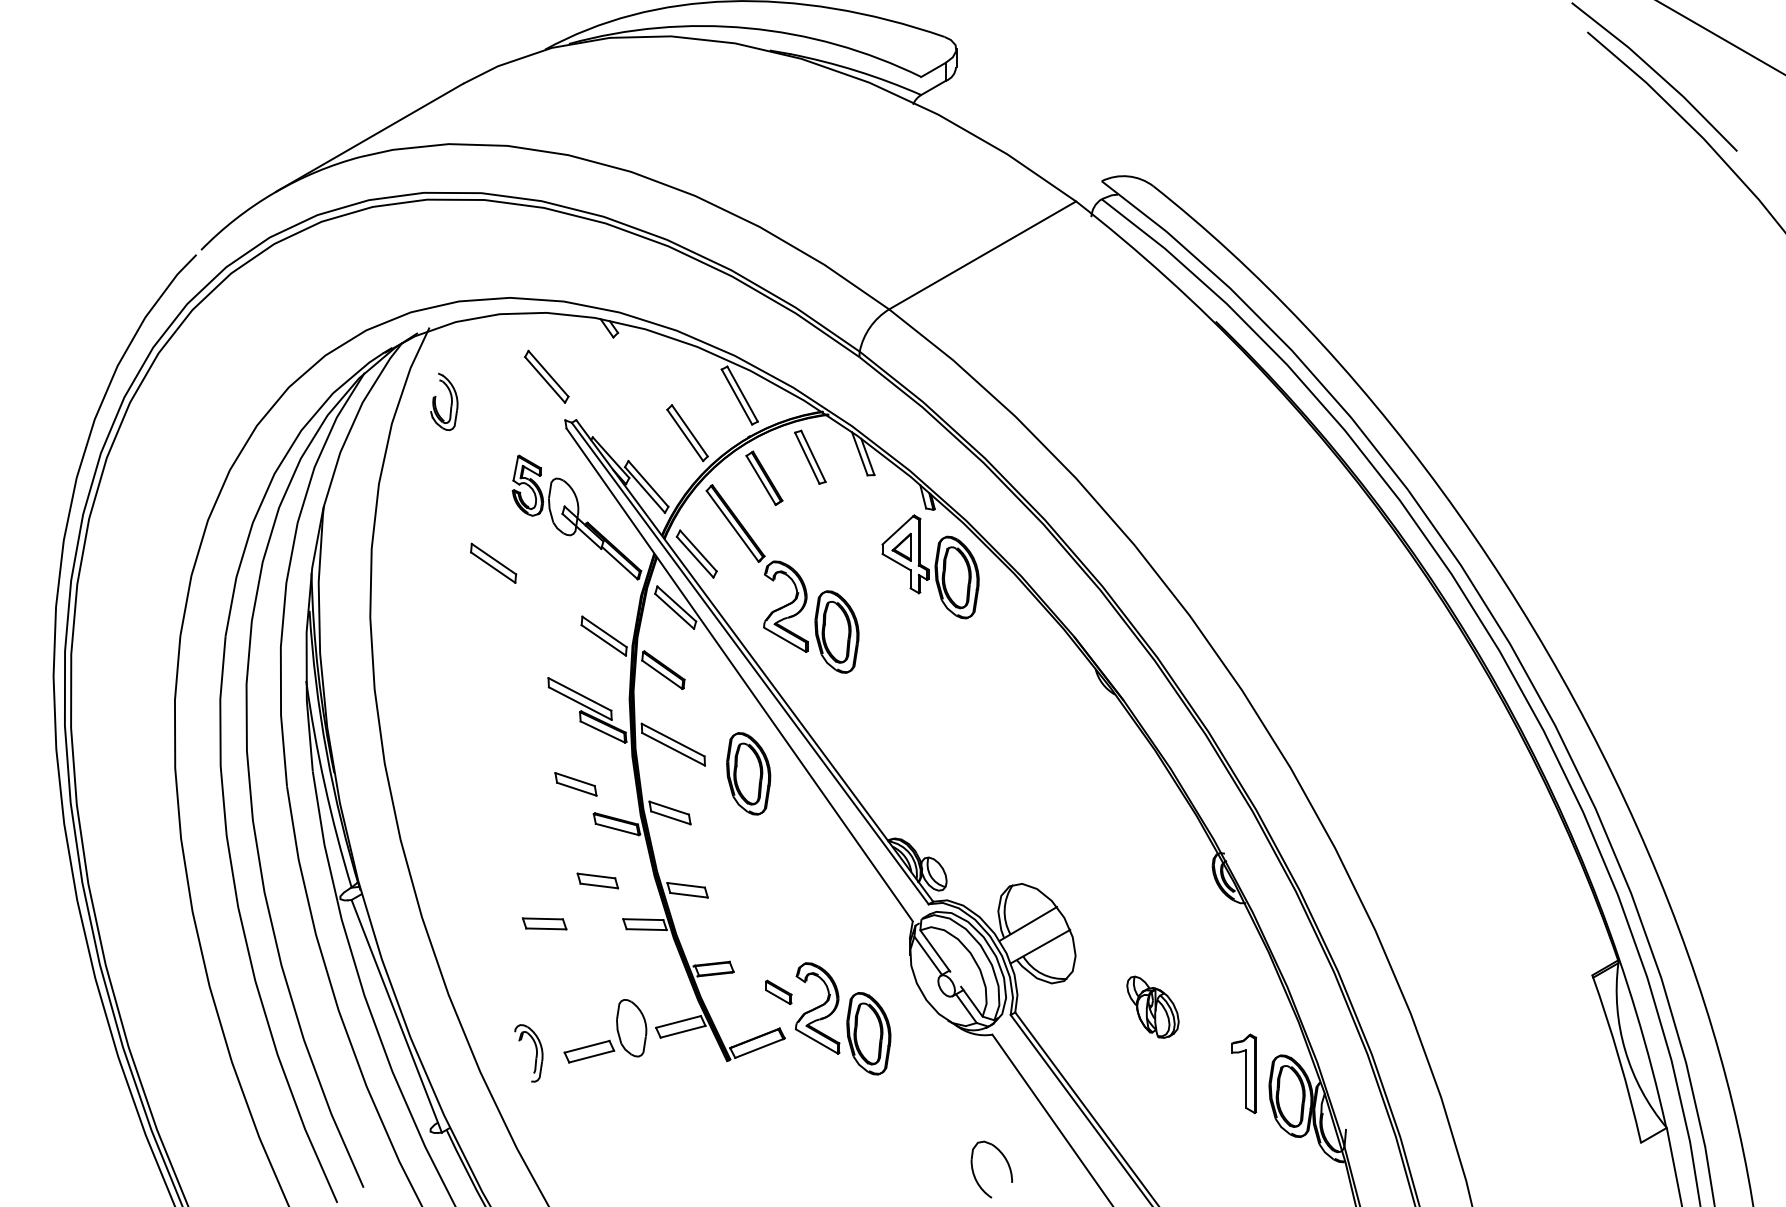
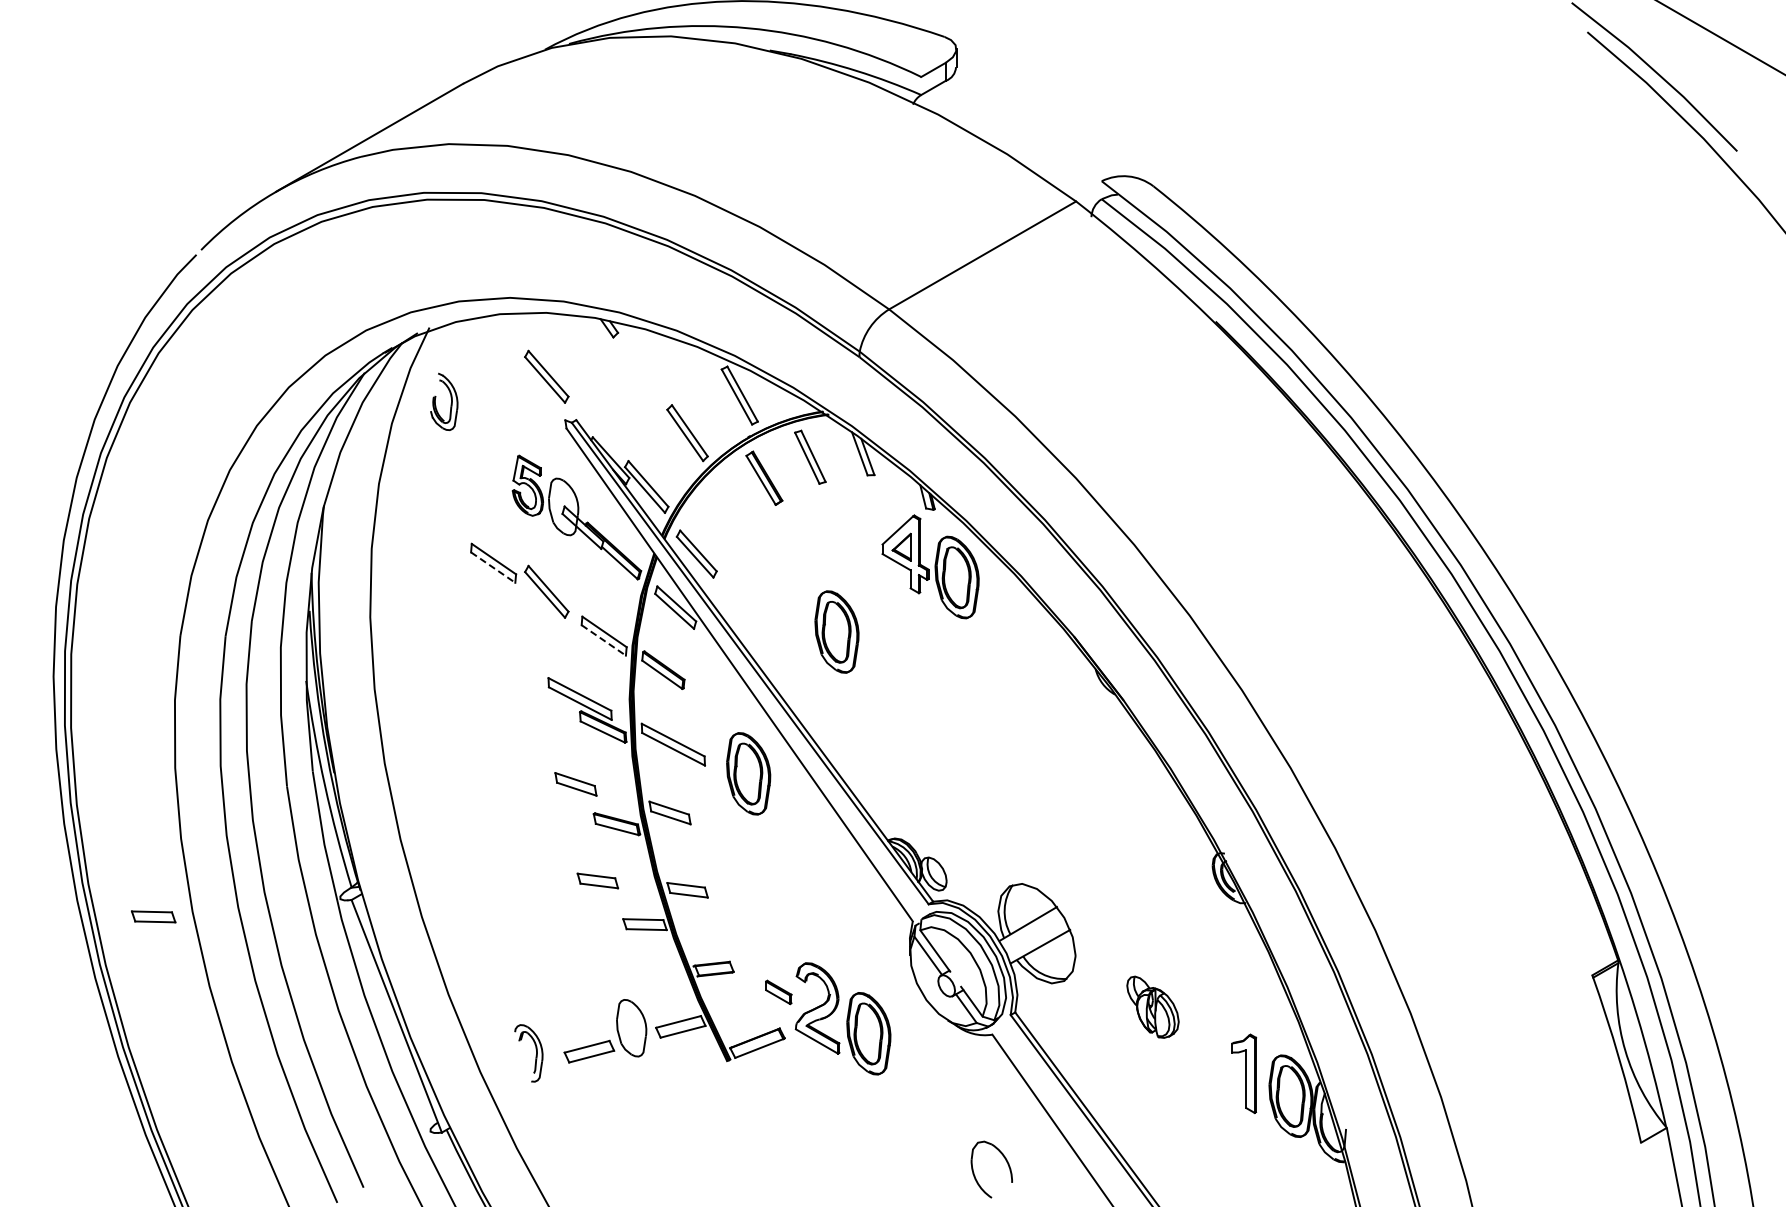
part at (757, 562): present -> none
line at (493, 567): solid -> dashed
part at (546, 591): none -> present
line at (603, 640): solid -> dashed
part at (544, 923) position: (544, 923) -> (153, 916)
